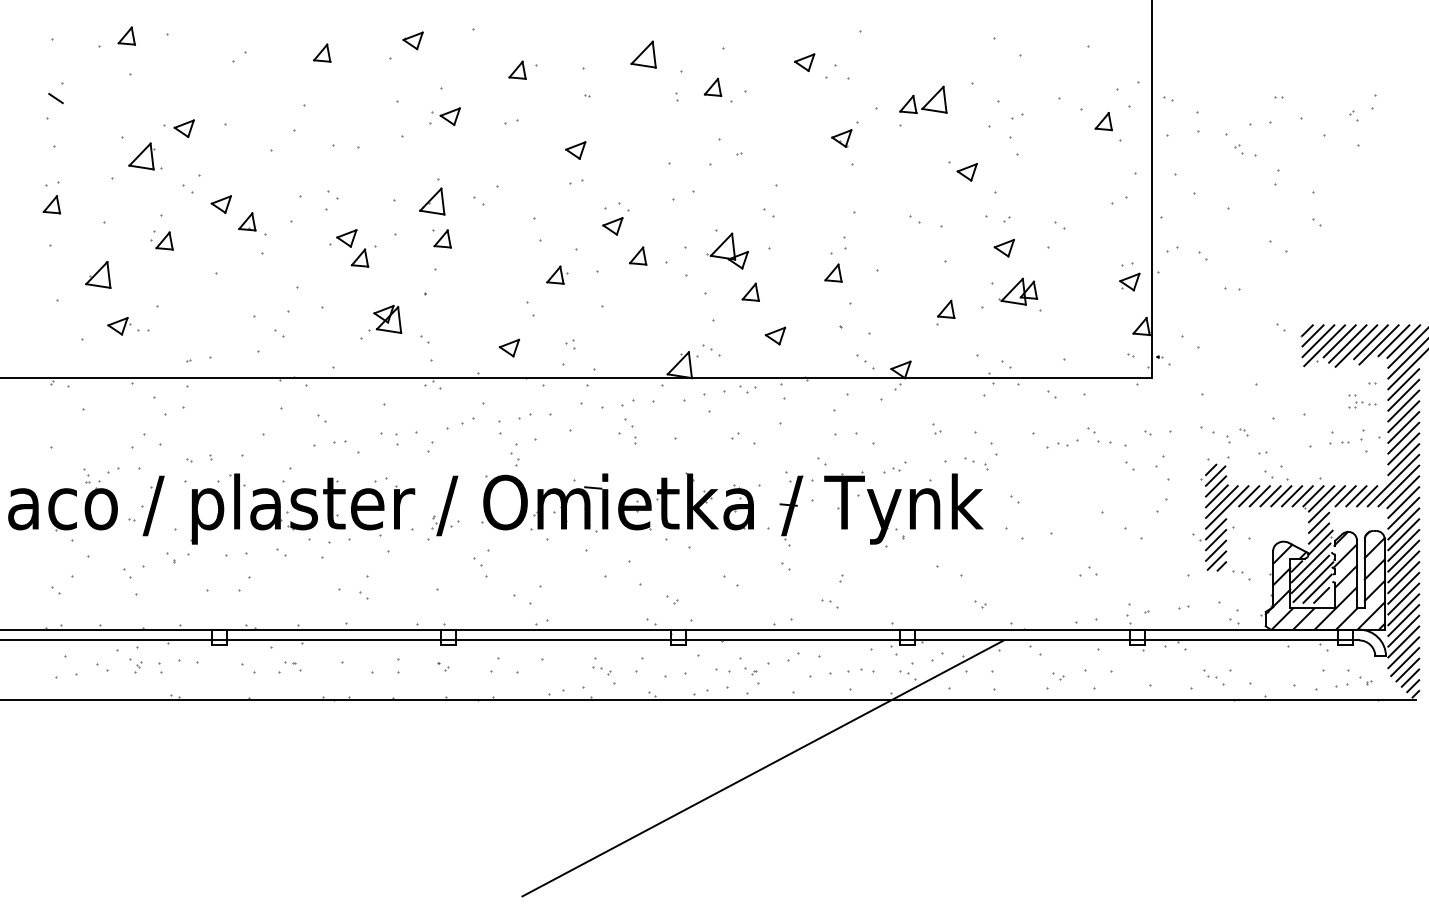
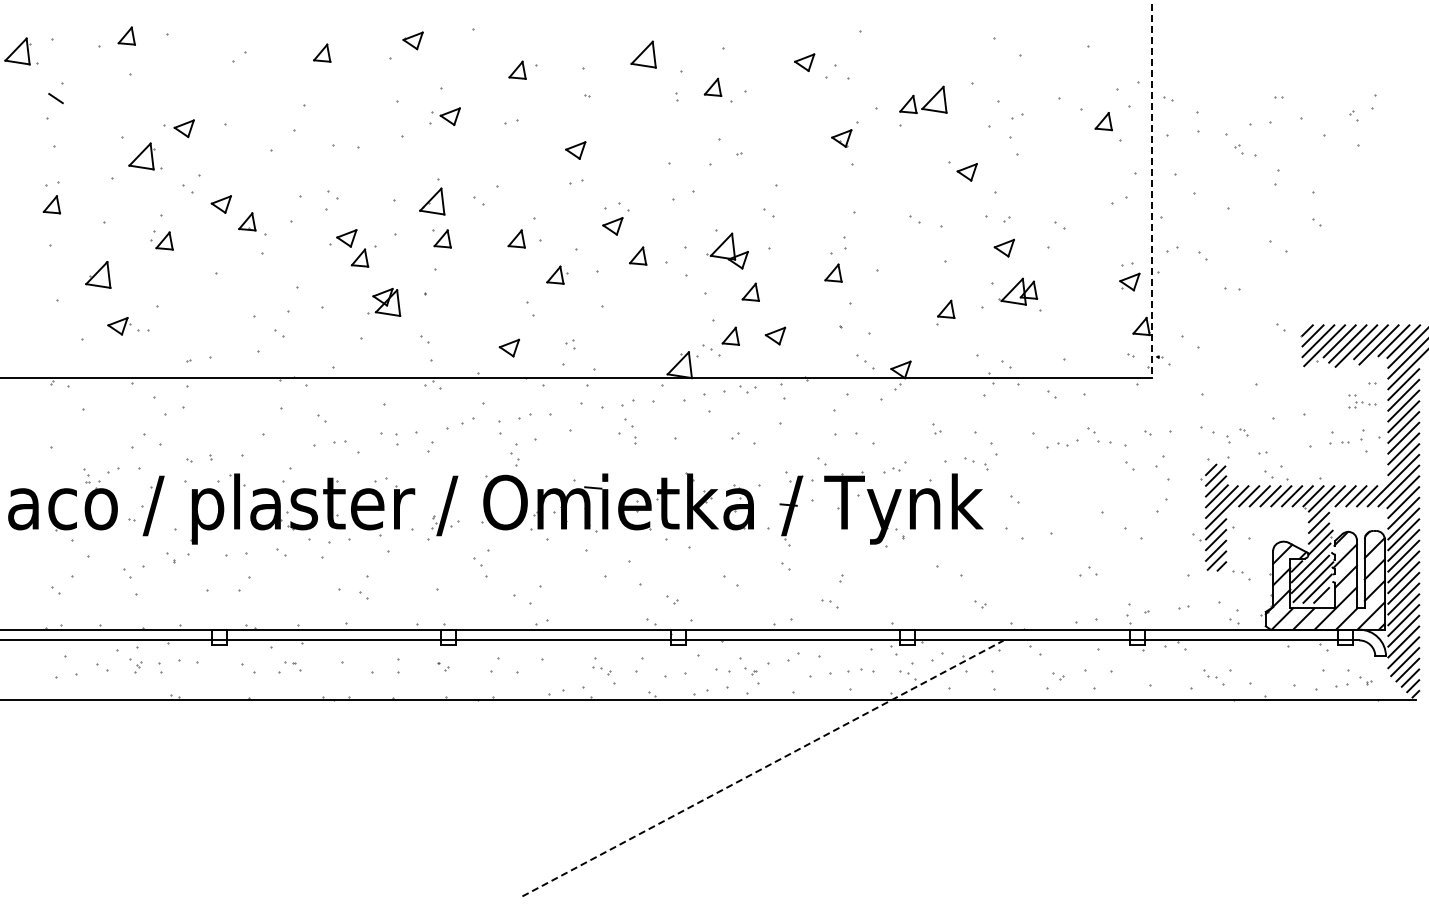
part at (21, 51): none -> present
line at (1151, 189): solid -> dashed
part at (516, 238): none -> present
part at (385, 319) position: (385, 319) -> (384, 302)
part at (730, 335): none -> present
line at (763, 768): solid -> dashed
